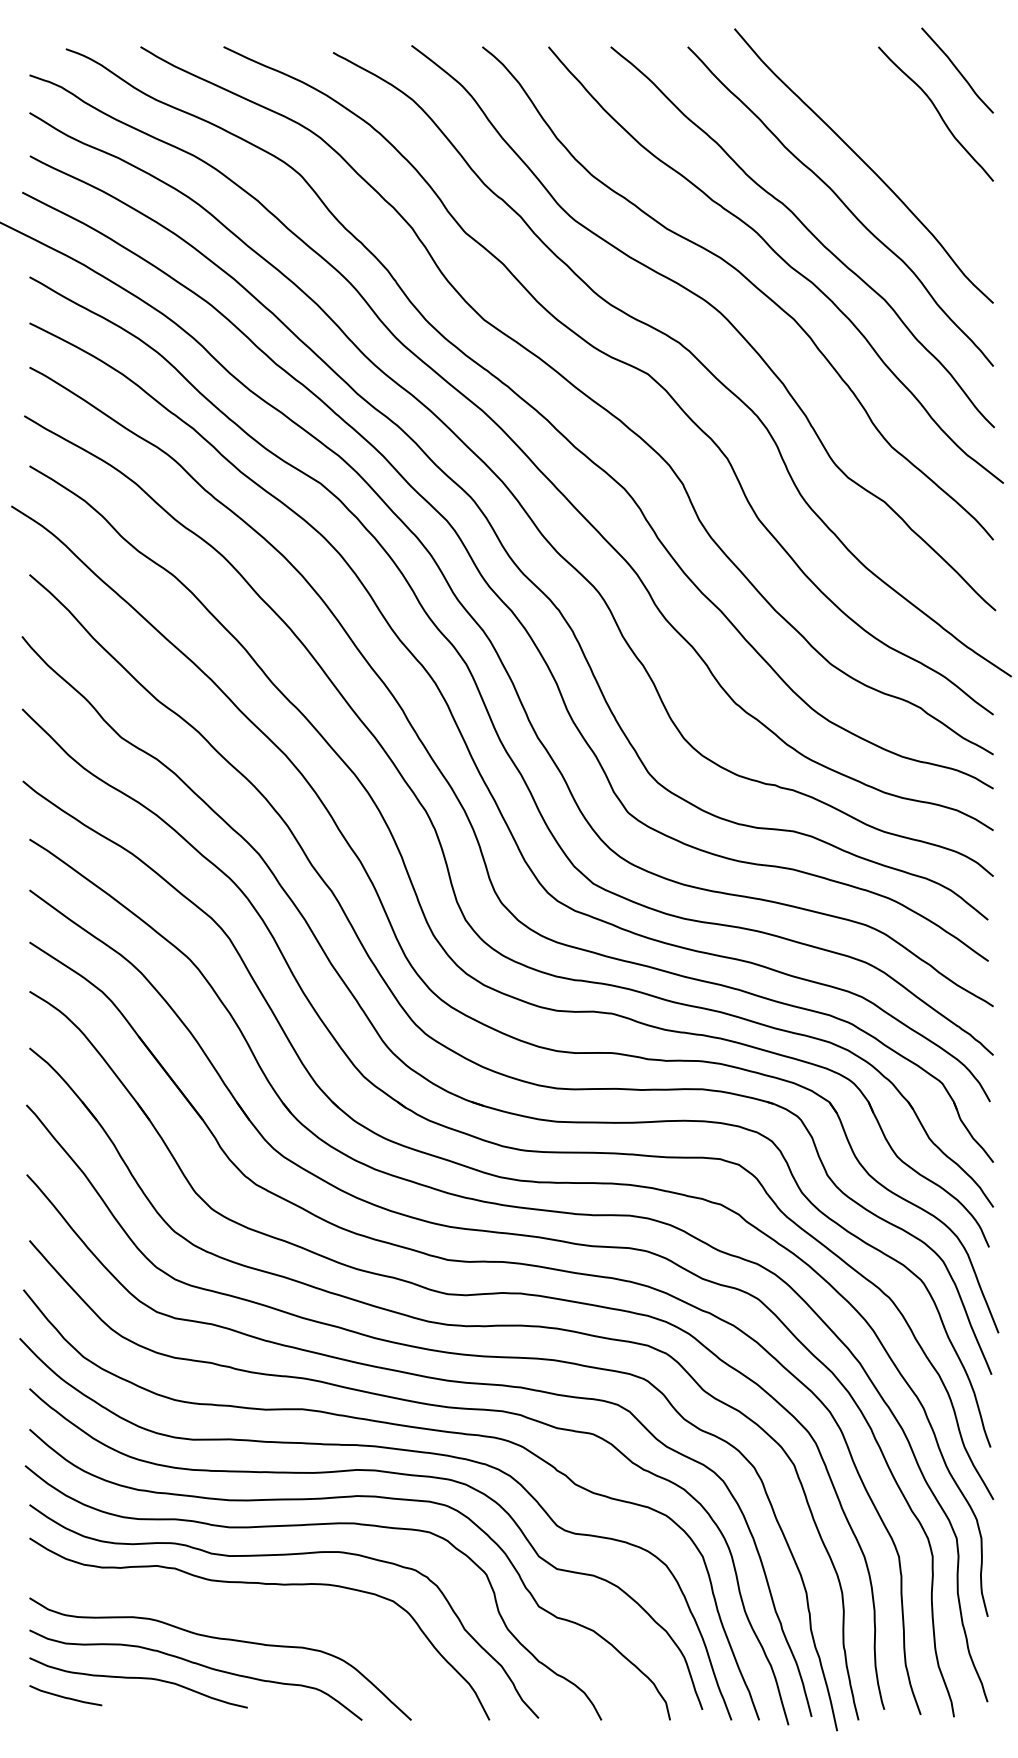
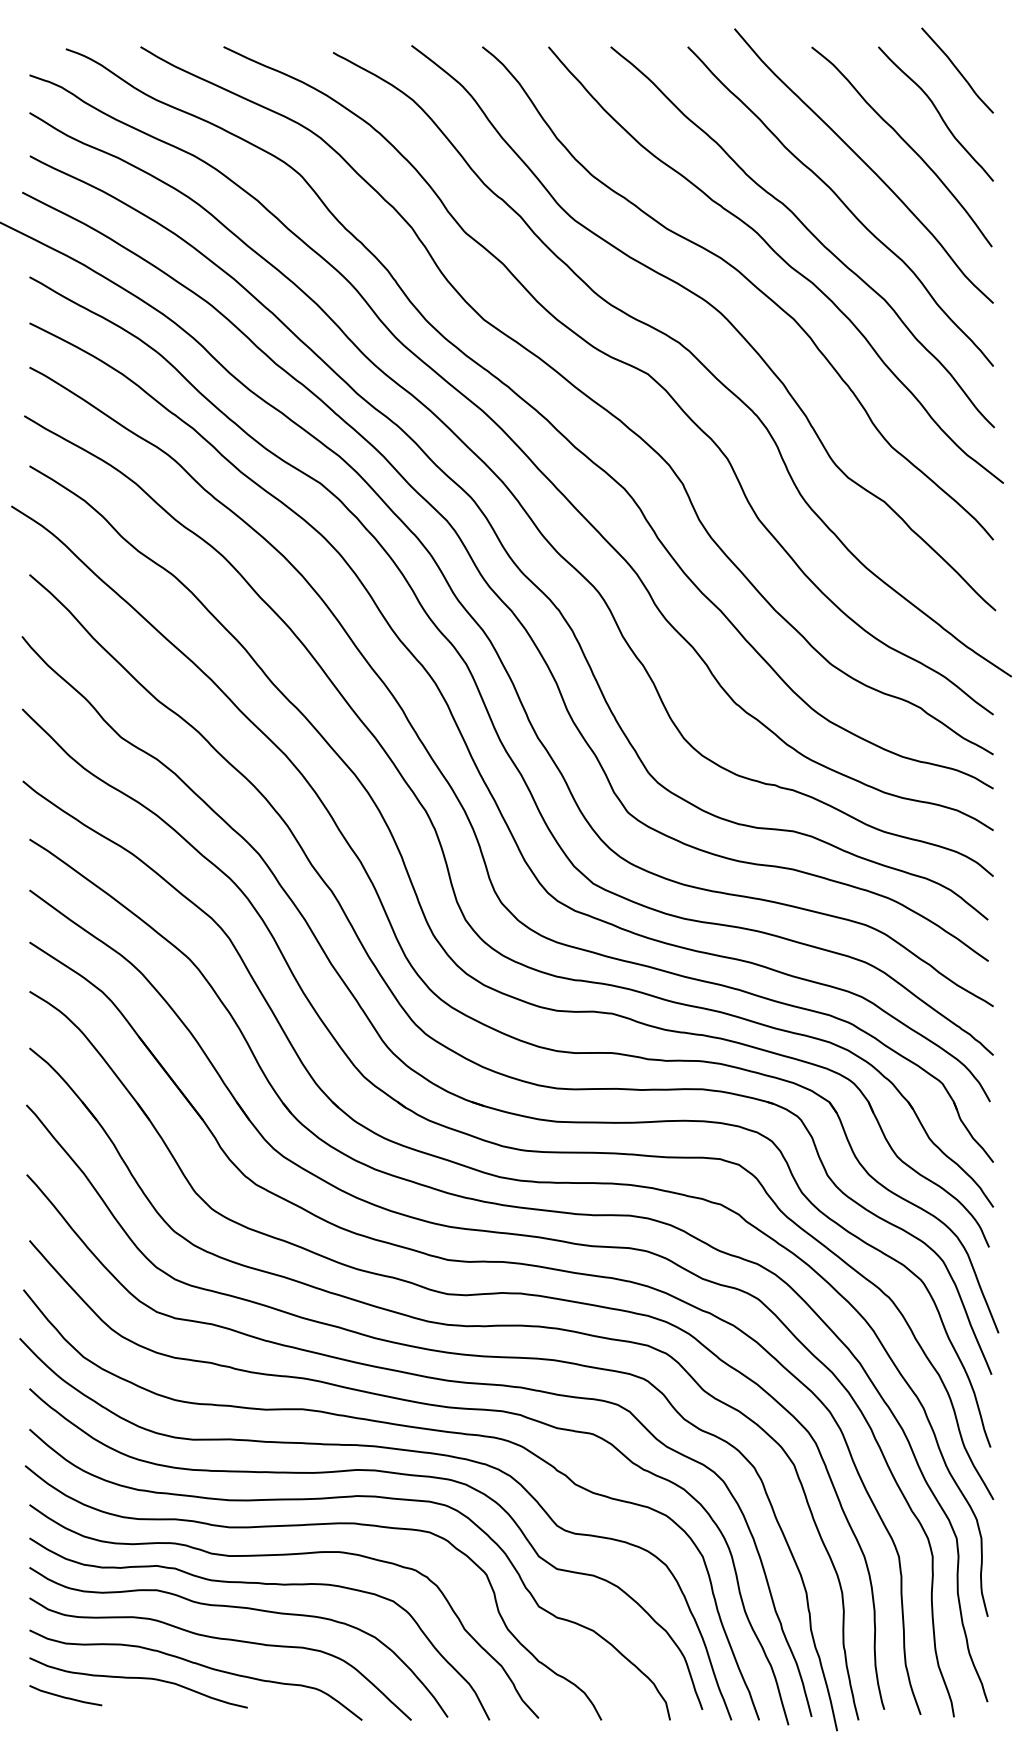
curve at (904, 142): none -> present
curve at (238, 1608): none -> present
